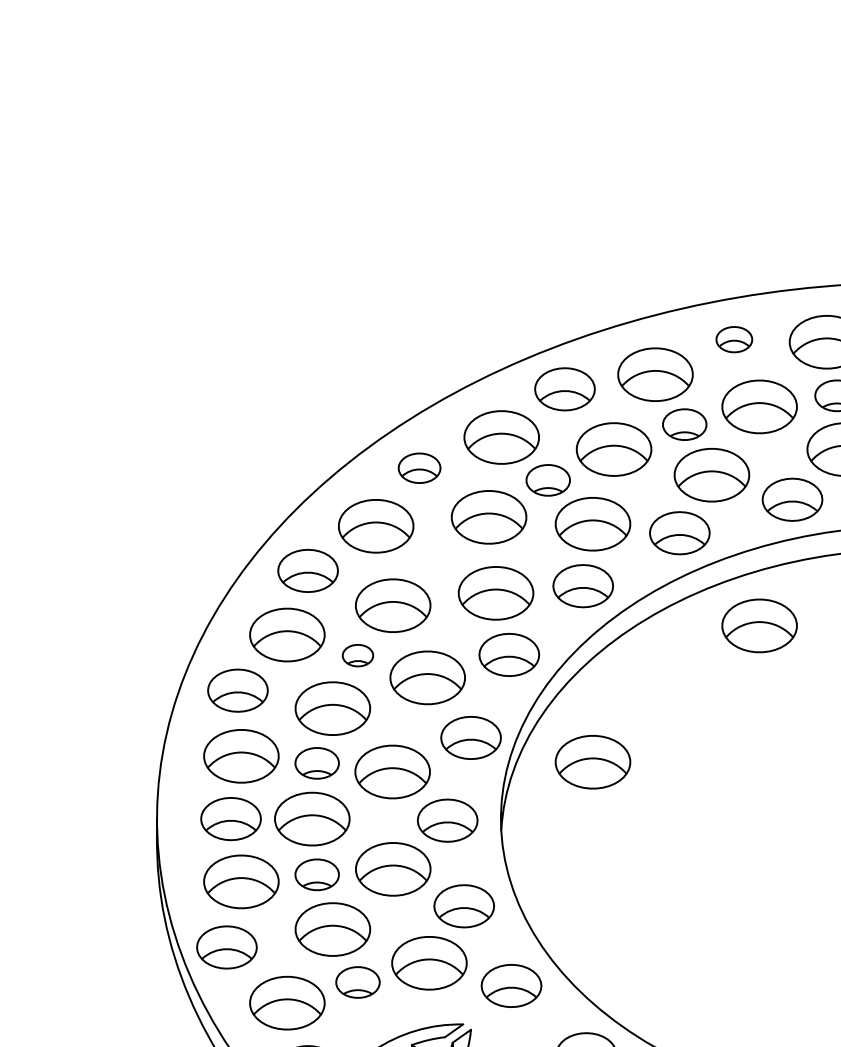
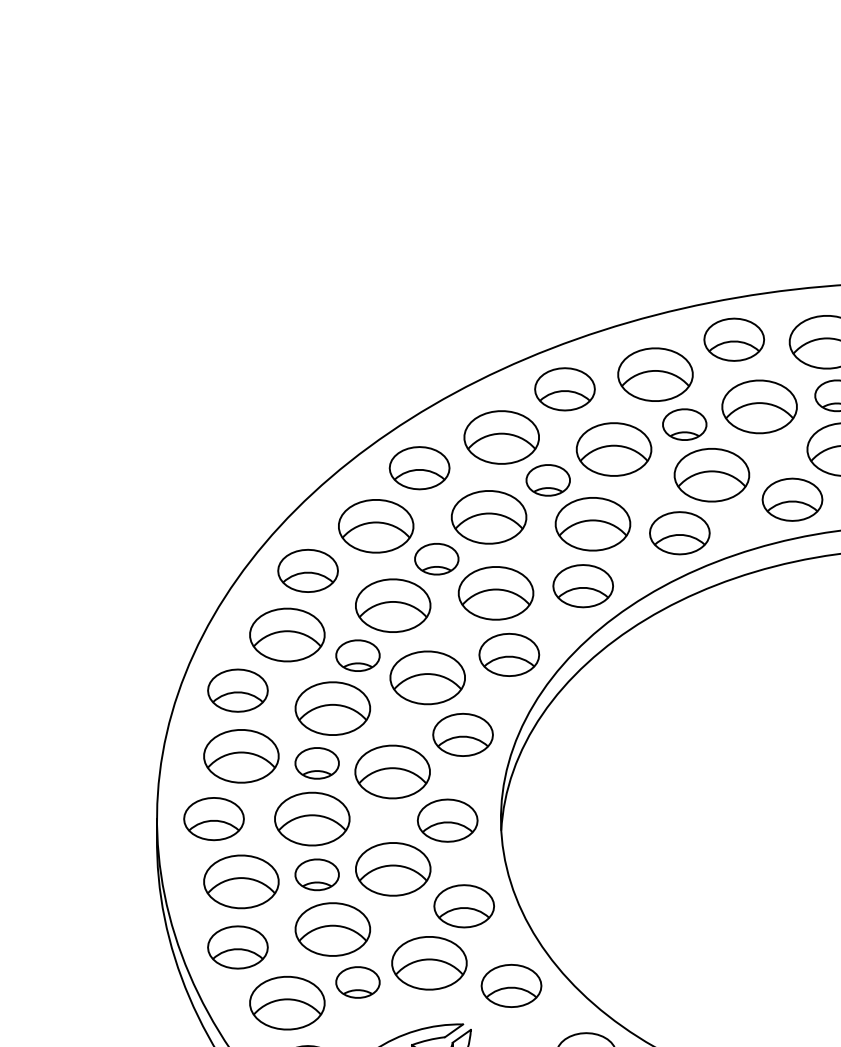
part at (734, 339) size: 39x28 px -> 63x45 px
part at (419, 467) size: 45x32 px -> 63x45 px
part at (436, 559): none -> present
part at (759, 625): present -> none
part at (357, 655) size: 34x24 px -> 46x33 px
part at (470, 737) position: (470, 737) -> (462, 734)
part at (592, 762): present -> none
part at (230, 819) position: (230, 819) -> (213, 819)
part at (226, 947) position: (226, 947) -> (237, 947)
